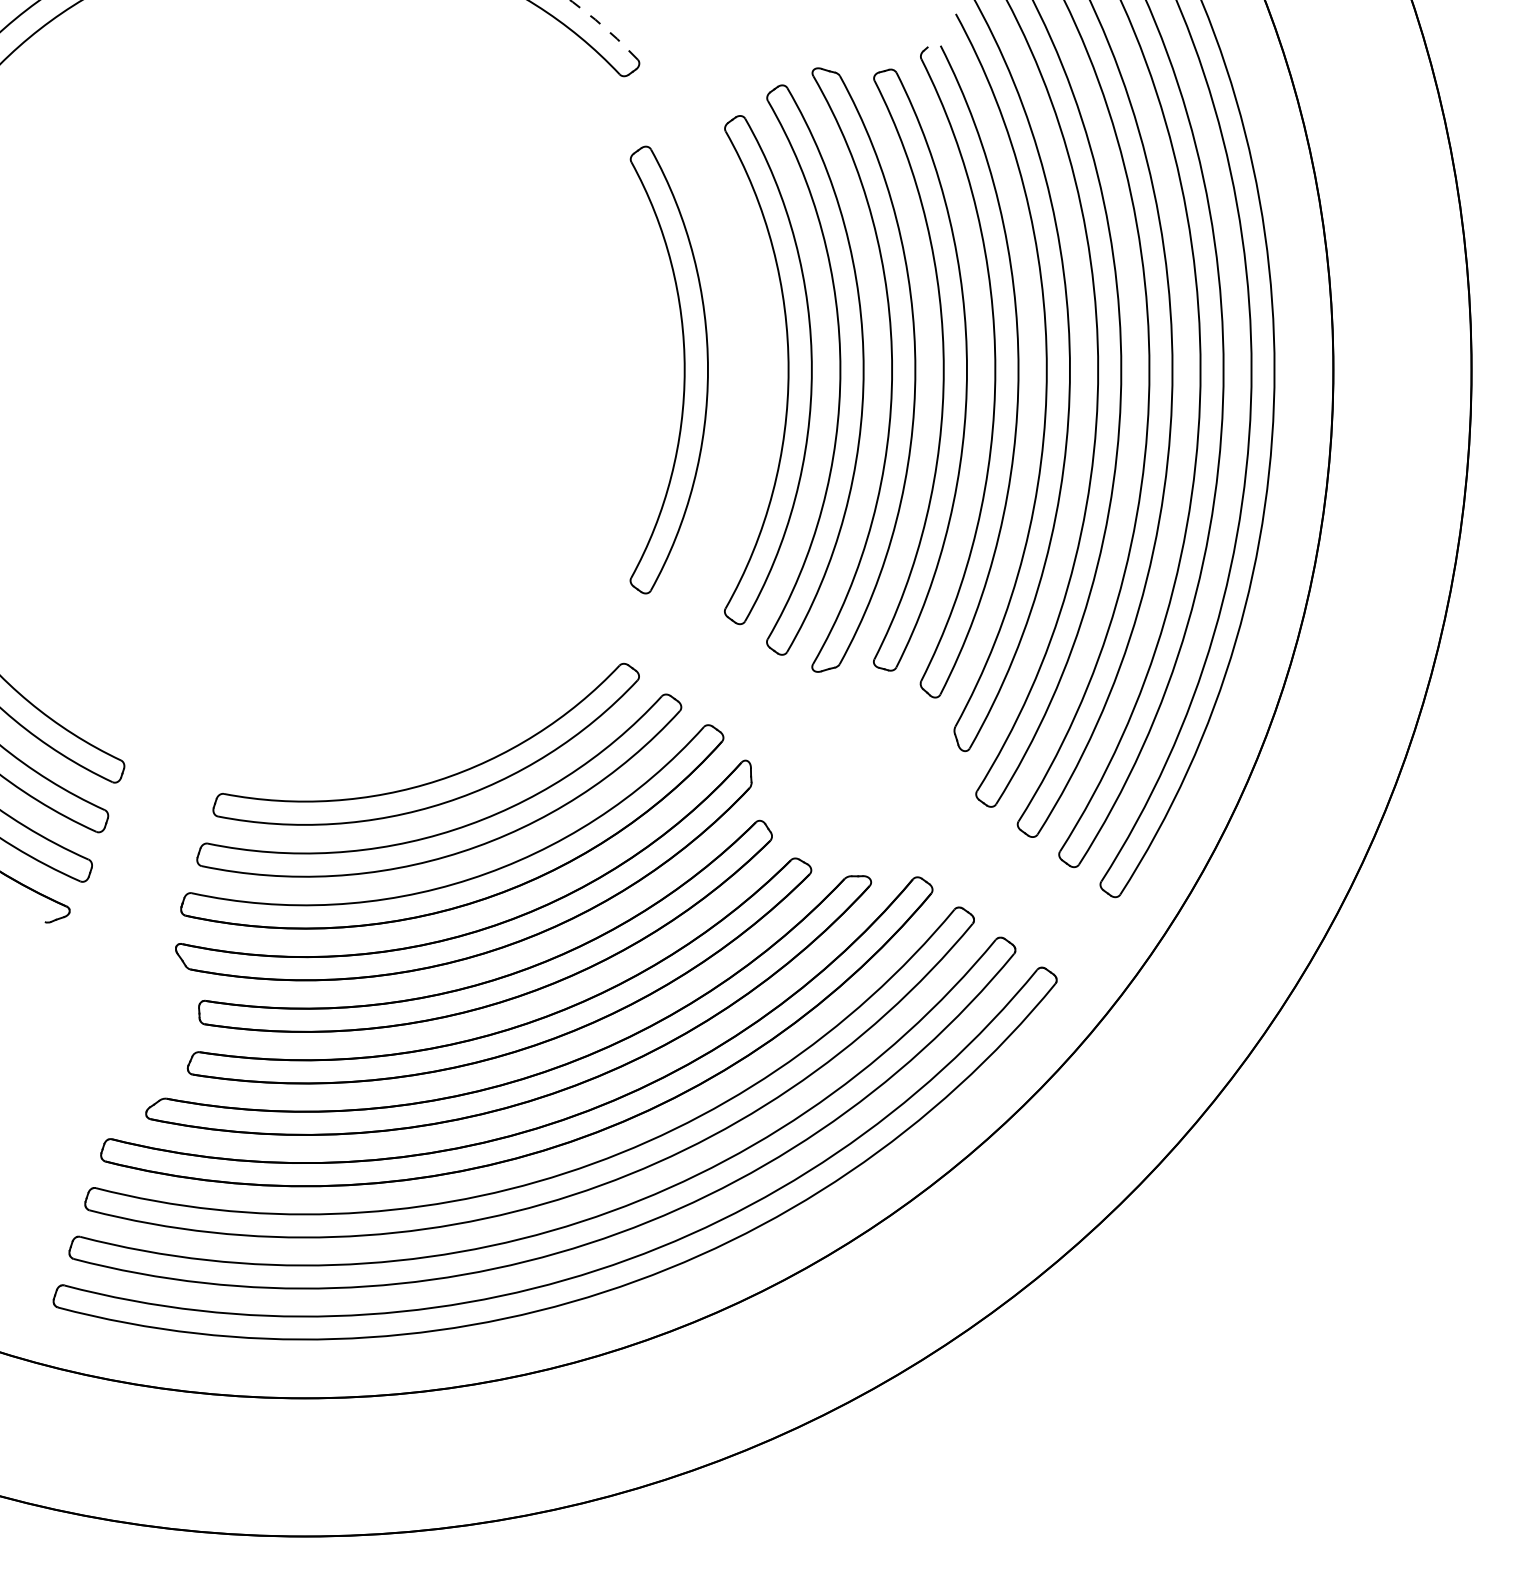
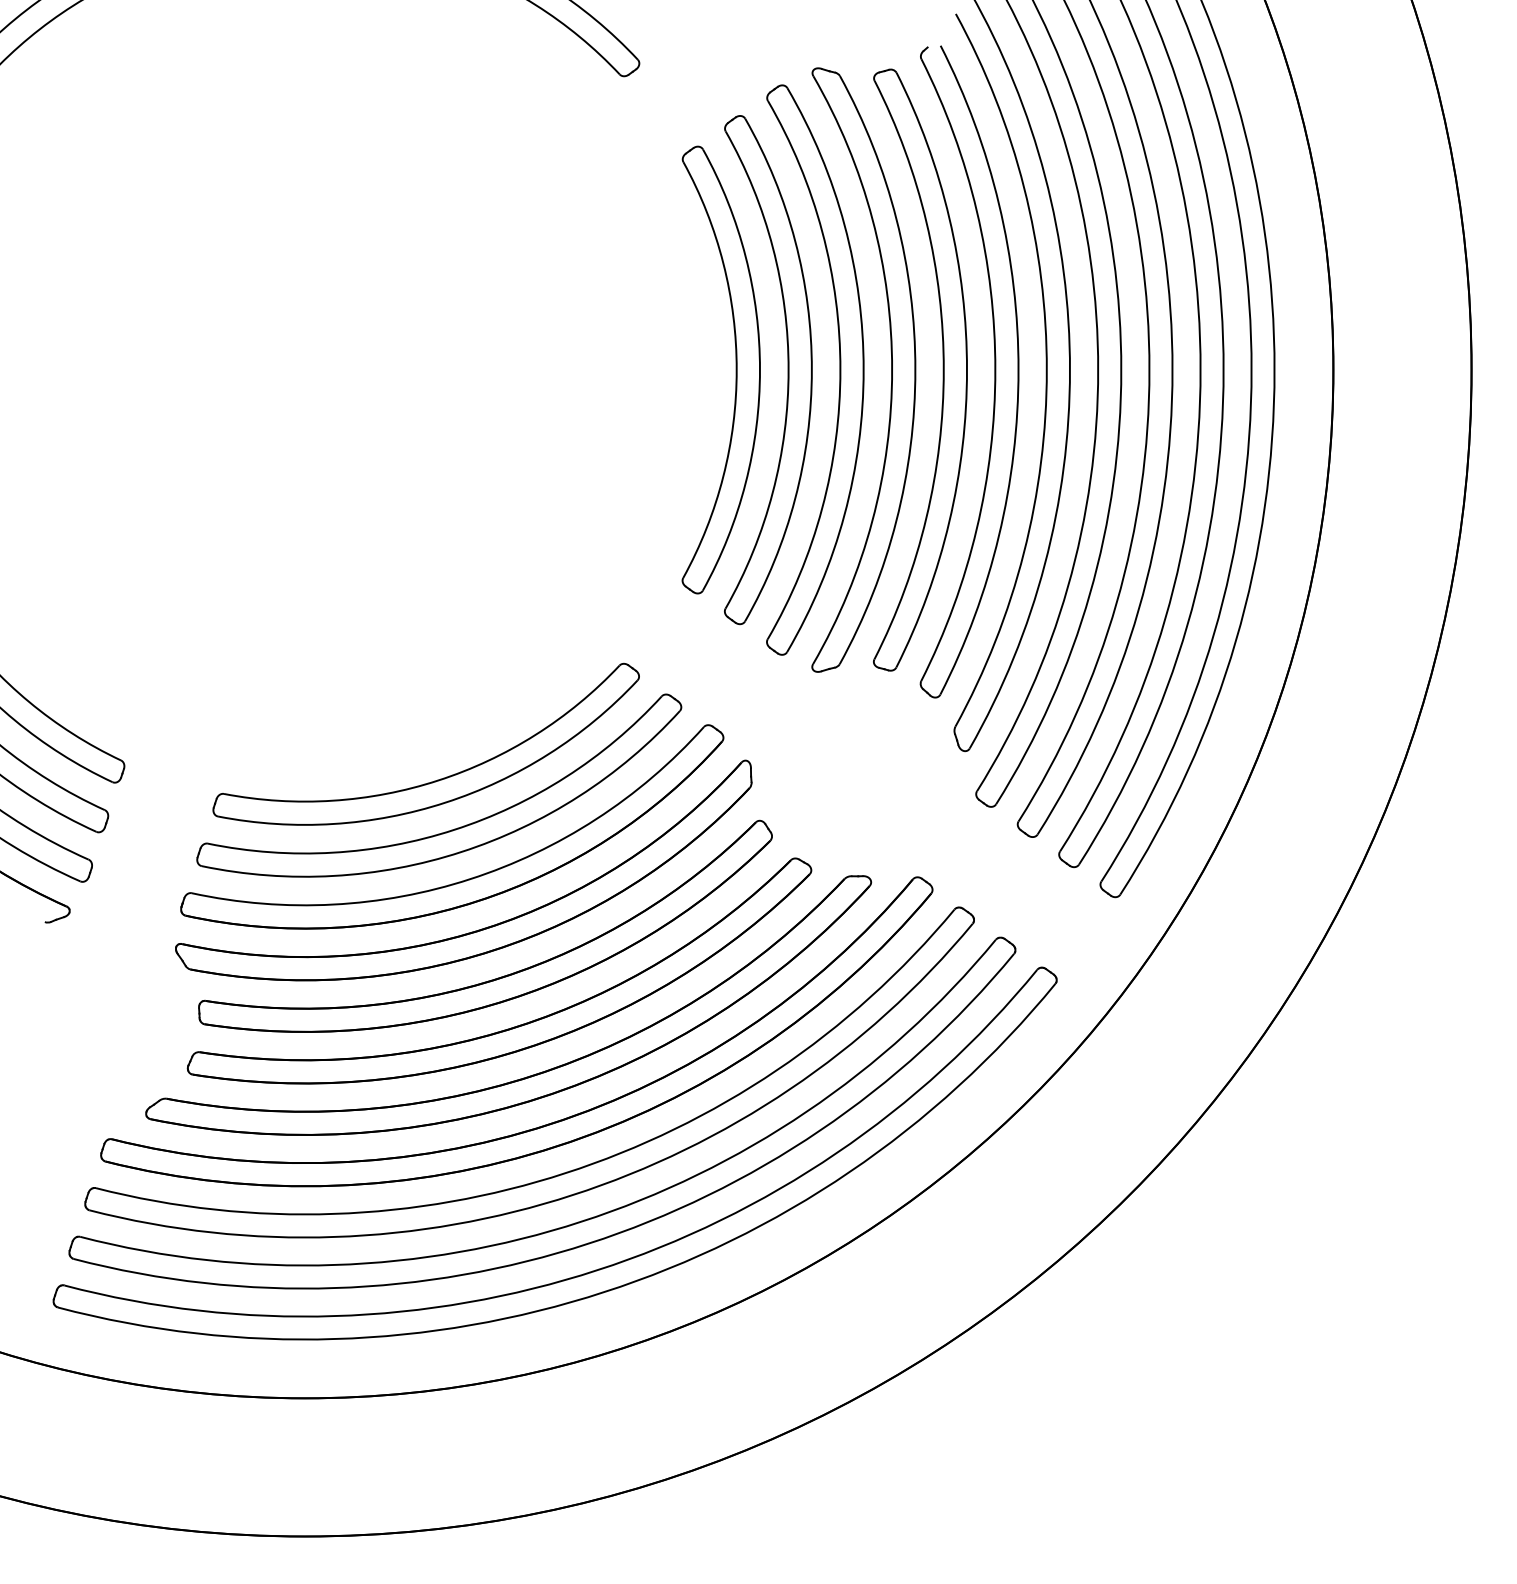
arc at (605, 27): dashed -> solid
part at (683, 369) position: (683, 369) -> (735, 369)
